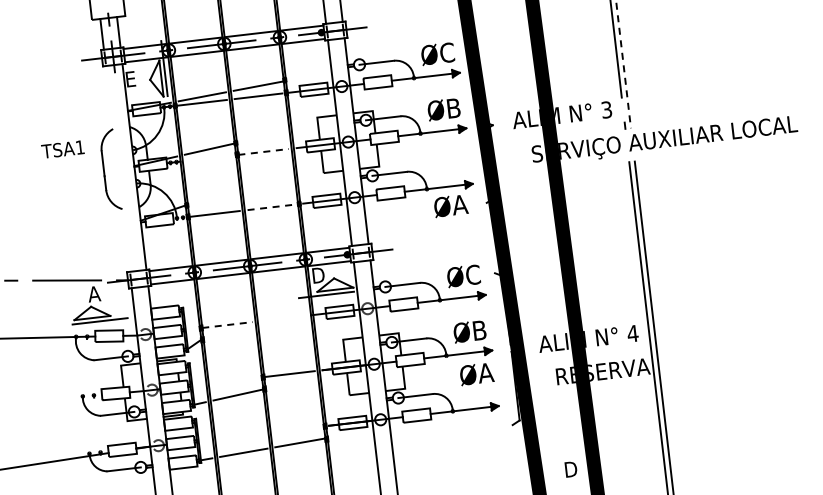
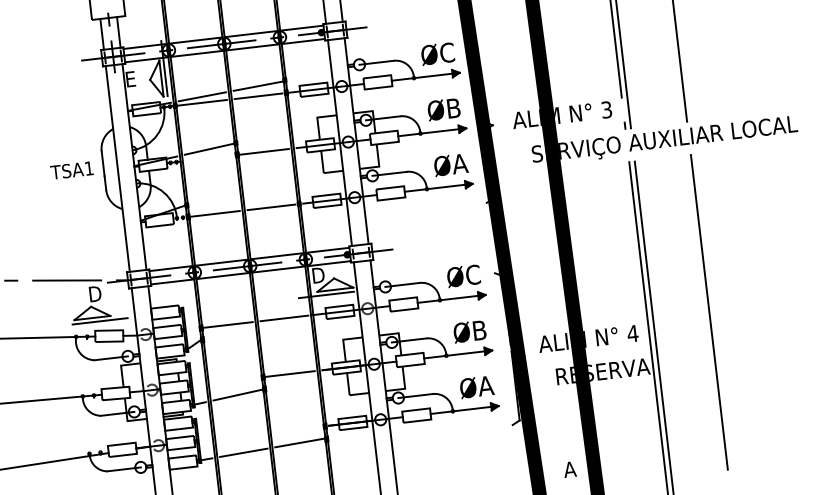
line at (680, 61): none -> present
line at (623, 64): dashed -> solid
text at (62, 149) position: (62, 149) -> (71, 170)
line at (264, 151): dashed -> solid
line at (117, 168): none -> present
text at (451, 206) position: (451, 206) -> (451, 165)
line at (271, 207): dashed -> solid
text at (94, 294): A -> D
line at (708, 312): none -> present
line at (284, 318): none -> present
line at (228, 324): dashed -> solid
text at (477, 374) position: (477, 374) -> (477, 387)
line at (51, 398): none -> present
text at (570, 469): D -> A
